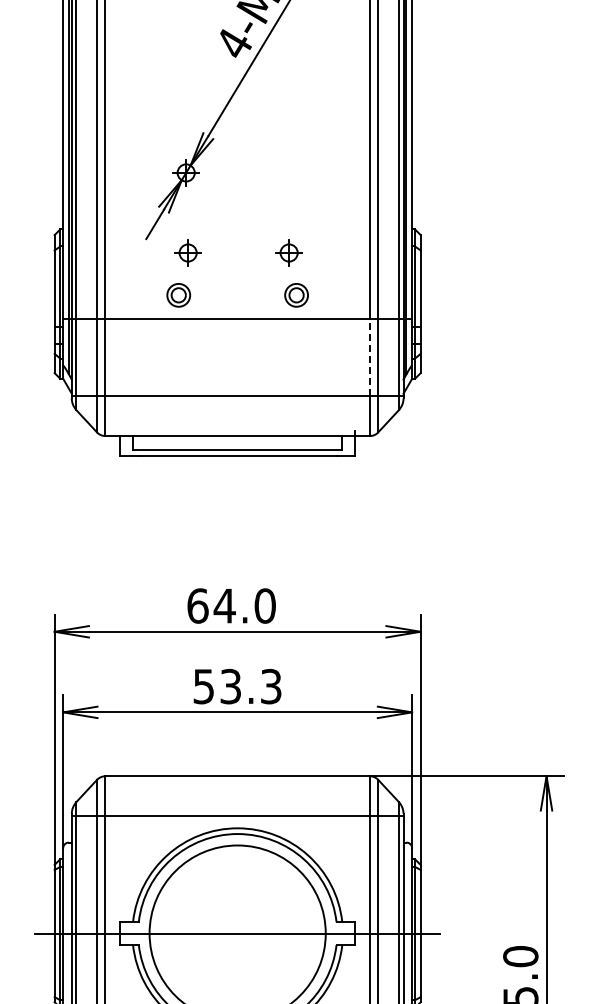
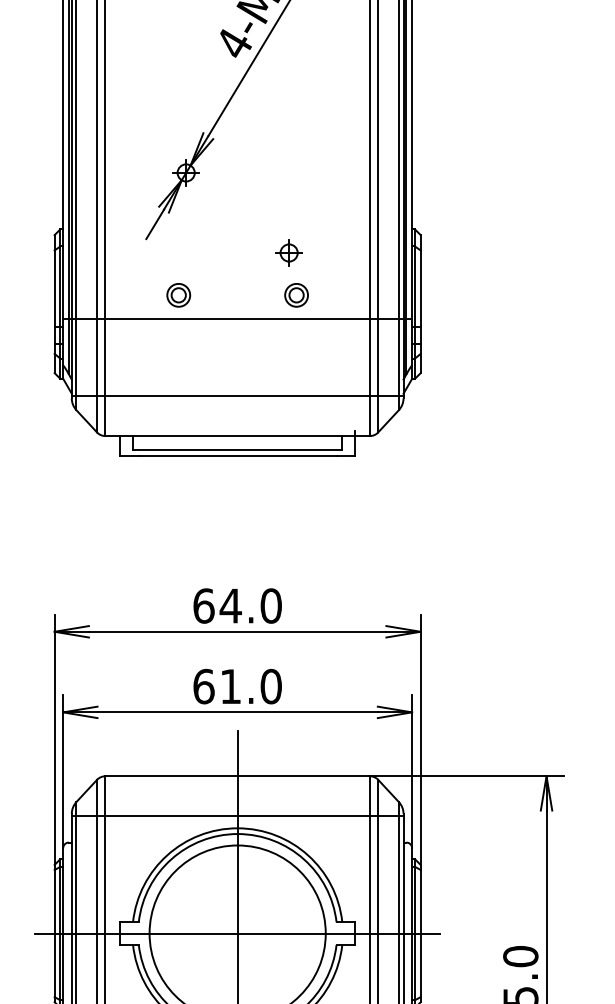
part at (187, 252): present -> none
line at (369, 357): dashed -> solid
text at (231, 605) position: (231, 605) -> (237, 605)
text at (237, 686): 53.3 -> 61.0
line at (237, 865): none -> present
